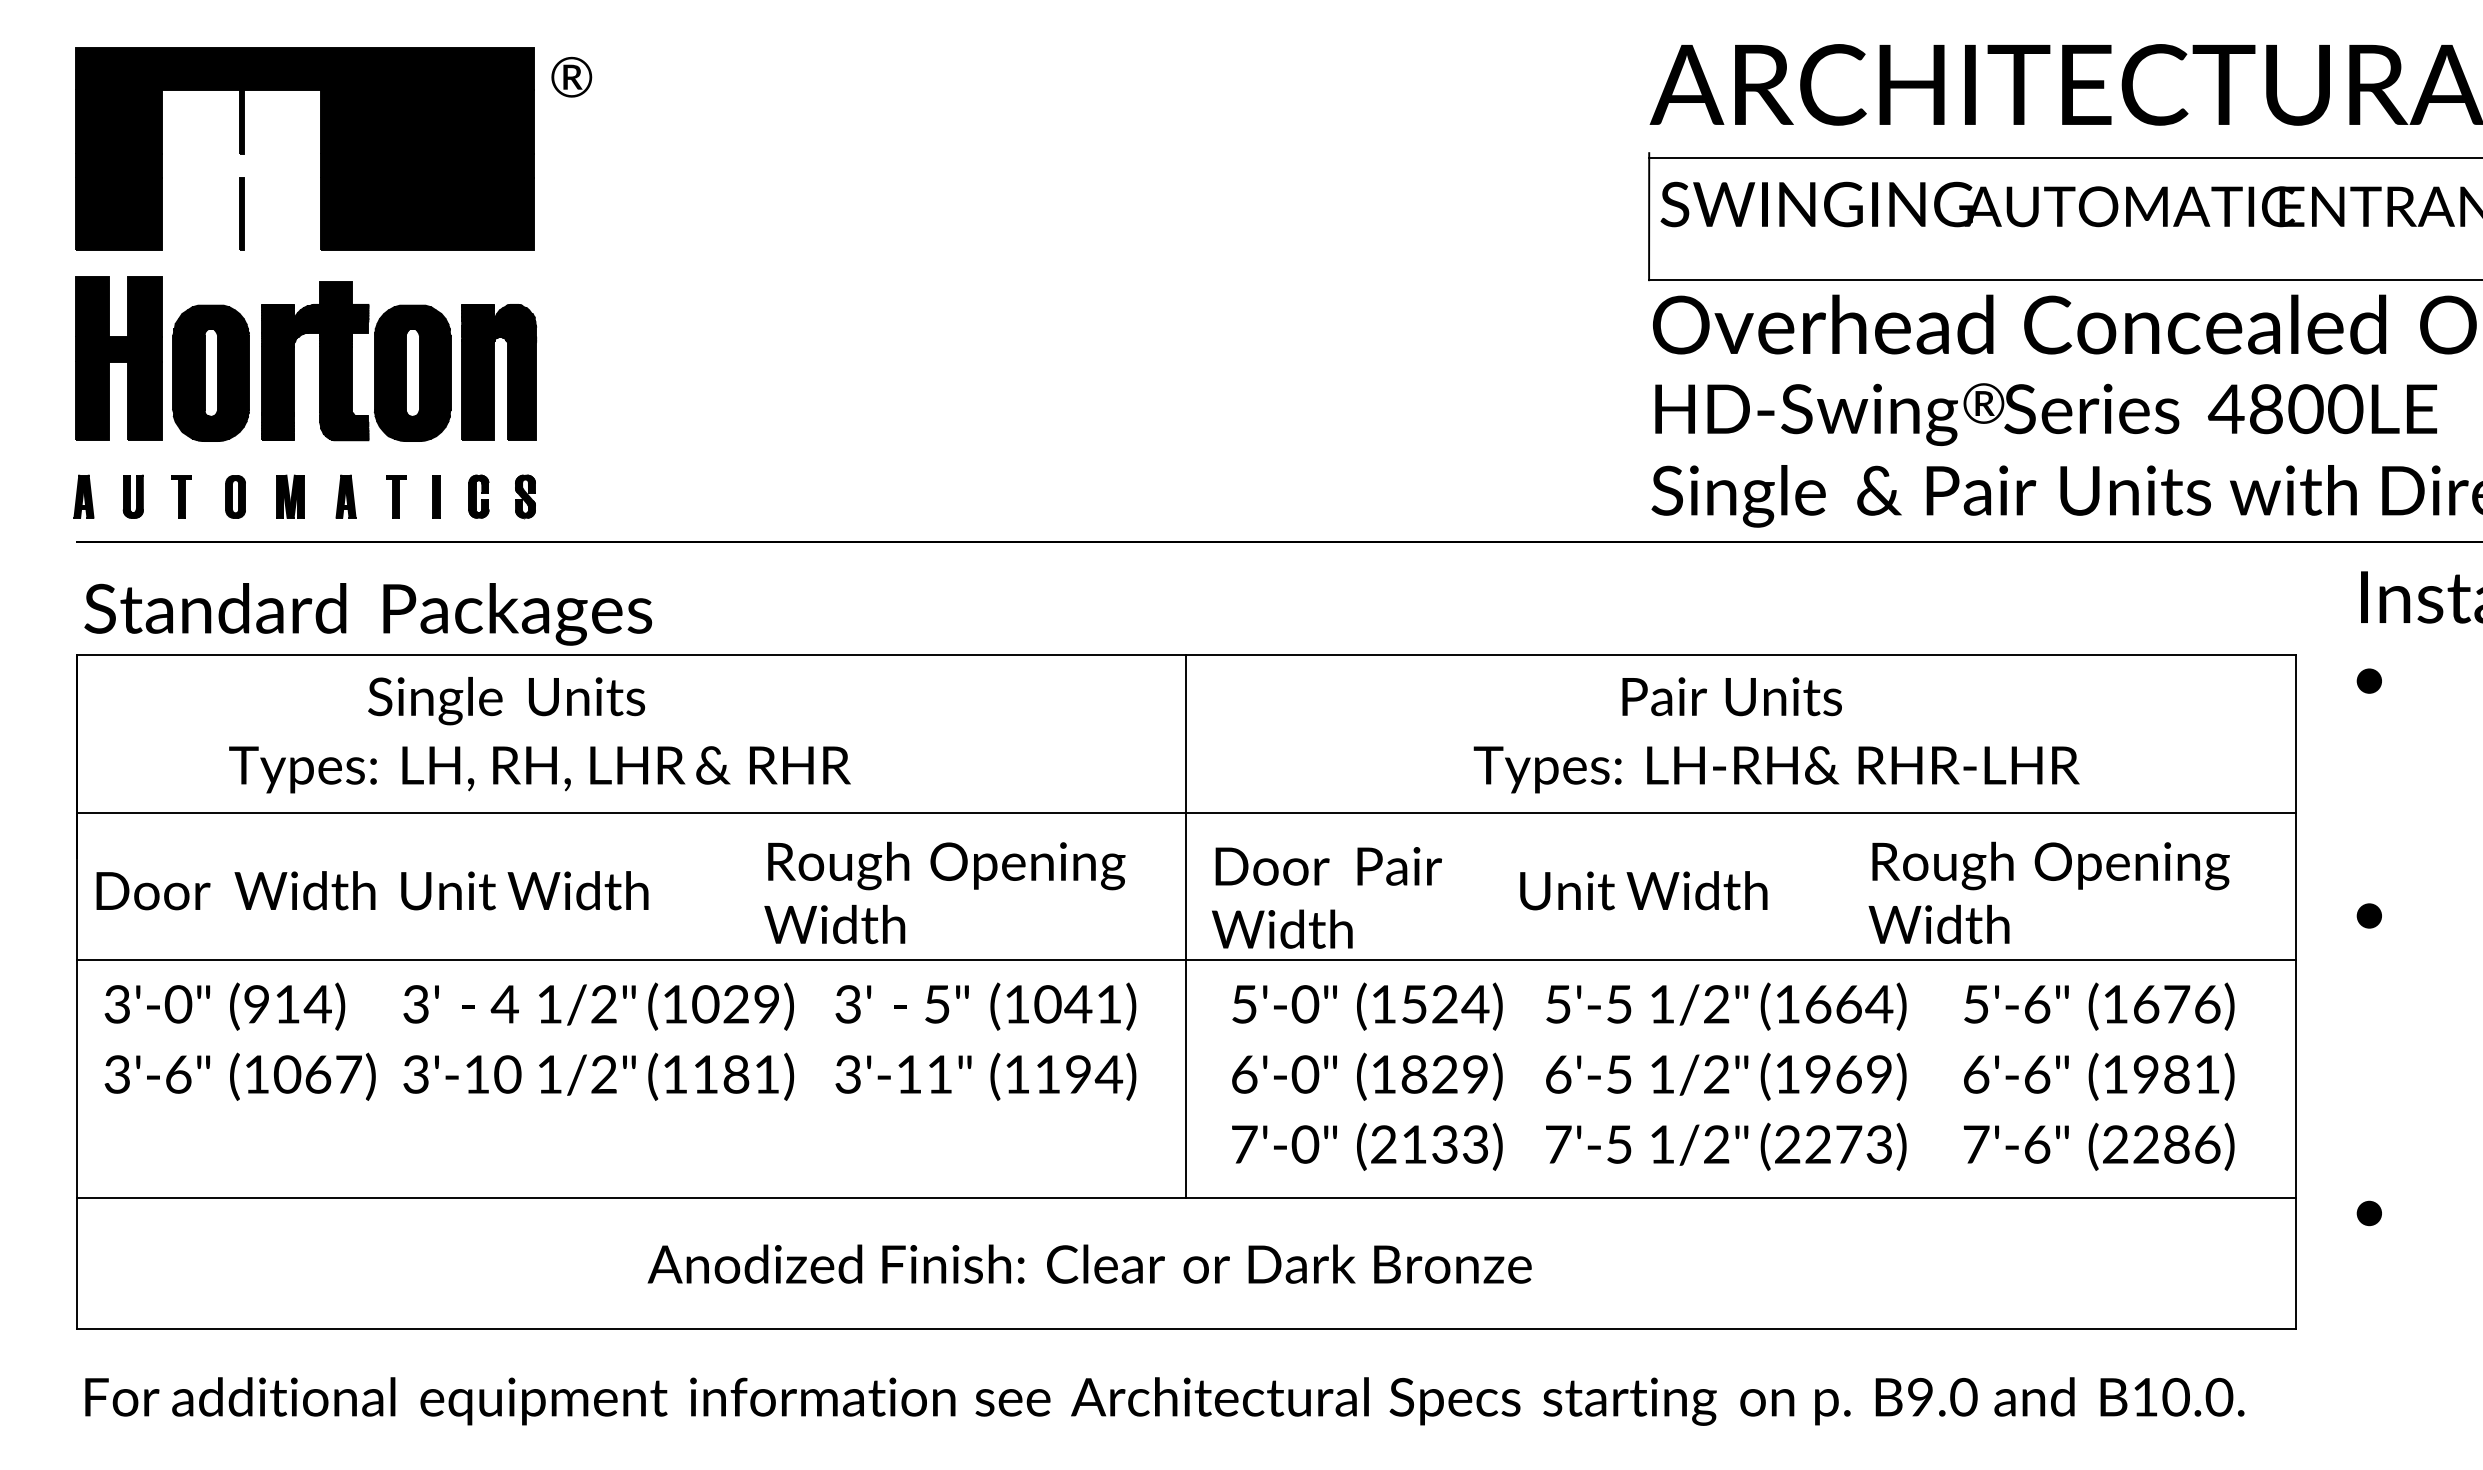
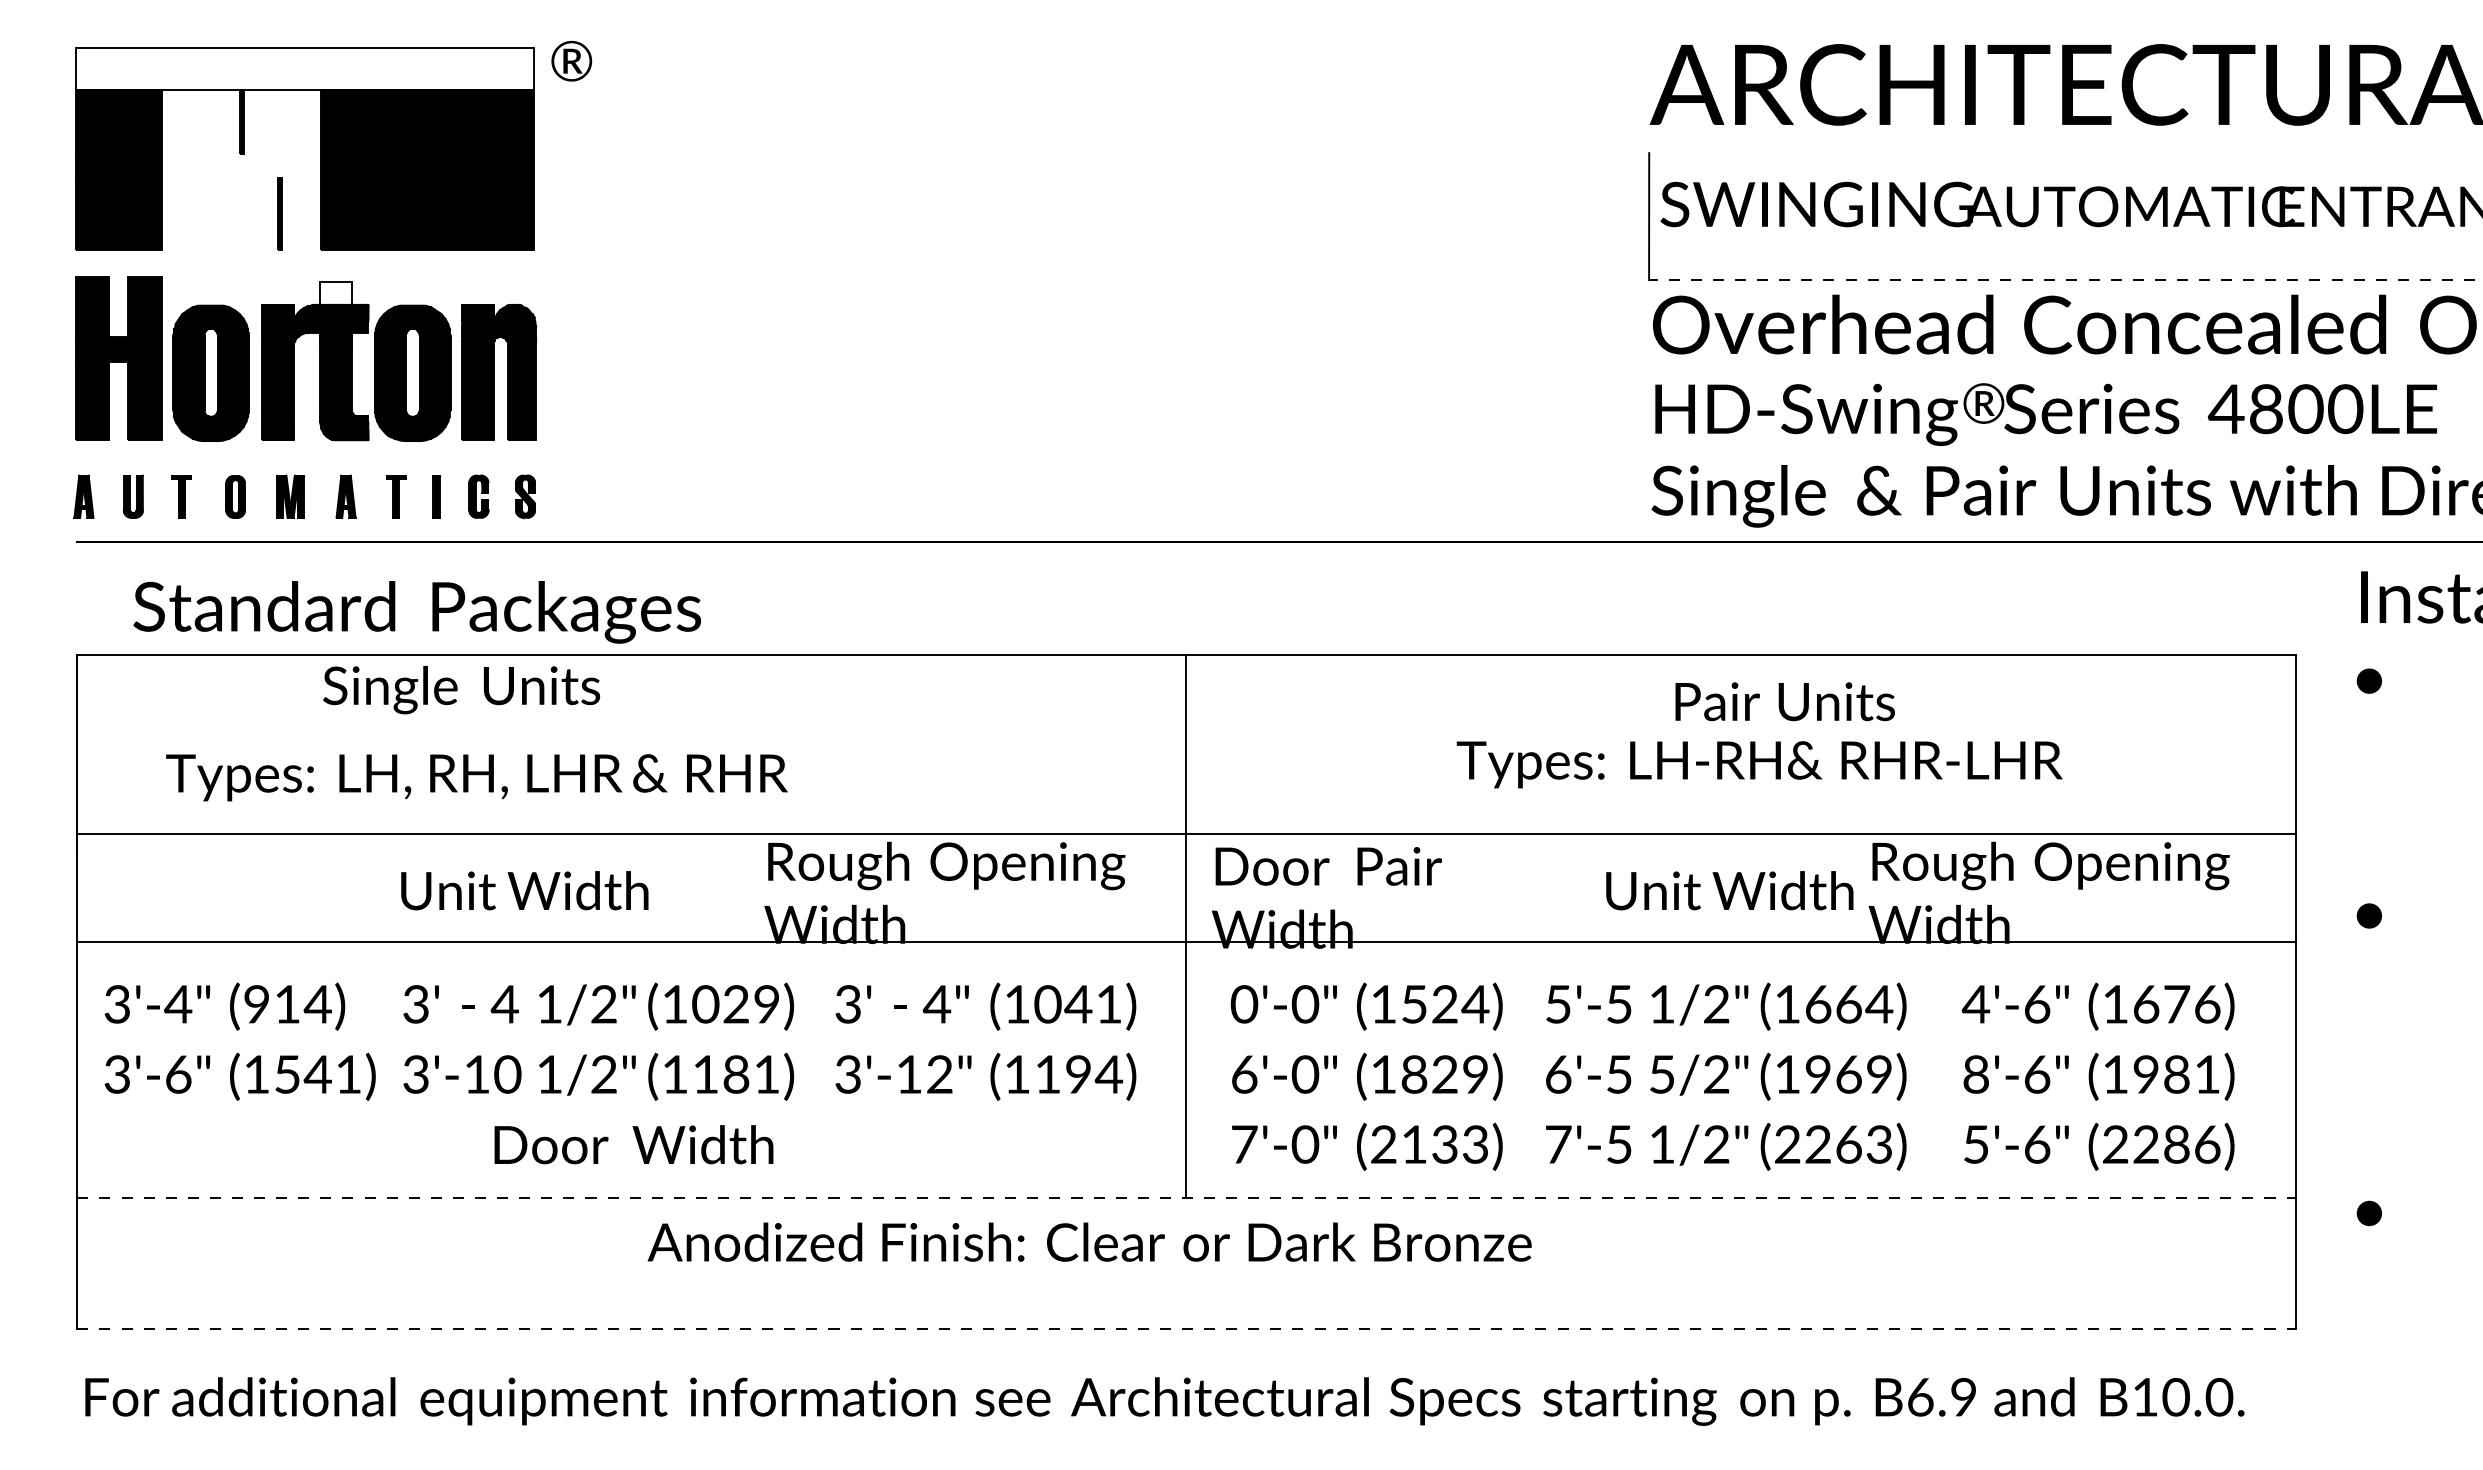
fill at (305, 68): present -> none
text at (571, 76) position: (571, 76) -> (571, 60)
line at (2064, 158): present -> none
part at (241, 213) position: (241, 213) -> (279, 213)
line at (2065, 280): solid -> dashed
fill at (335, 293): present -> none
text at (368, 614) position: (368, 614) -> (417, 612)
text at (1731, 696) position: (1731, 696) -> (1784, 701)
text at (506, 701) position: (506, 701) -> (461, 690)
text at (539, 769) position: (539, 769) -> (476, 777)
text at (1776, 769) position: (1776, 769) -> (1759, 764)
line at (1186, 813) position: (1186, 813) -> (1186, 834)
text at (235, 890) position: (235, 890) -> (633, 1144)
text at (1643, 890) position: (1643, 890) -> (1729, 890)
line at (1186, 960) position: (1186, 960) -> (1186, 942)
text at (178, 1004): 3'-0" -> 3'-4"
text at (936, 1004): 5" -> 4"
text at (1244, 1004): 5'-0" -> 0'-0"
text at (1975, 1004): 5'-6" -> 4'-6"
text at (317, 1074): (1067) -> (1541)
text at (939, 1074): 3'-11" -> 3'-12"
text at (1661, 1074): 1/2" -> 5/2"
text at (1976, 1074): 6'-6" -> 8'-6"
text at (1849, 1144): (2273) -> (2263)
text at (1976, 1144): 7'-6" -> 5'-6"
line at (1187, 1198): solid -> dashed
text at (1089, 1263) position: (1089, 1263) -> (1089, 1241)
line at (1187, 1329): solid -> dashed
text at (1942, 1396): B9.0 -> B6.9
